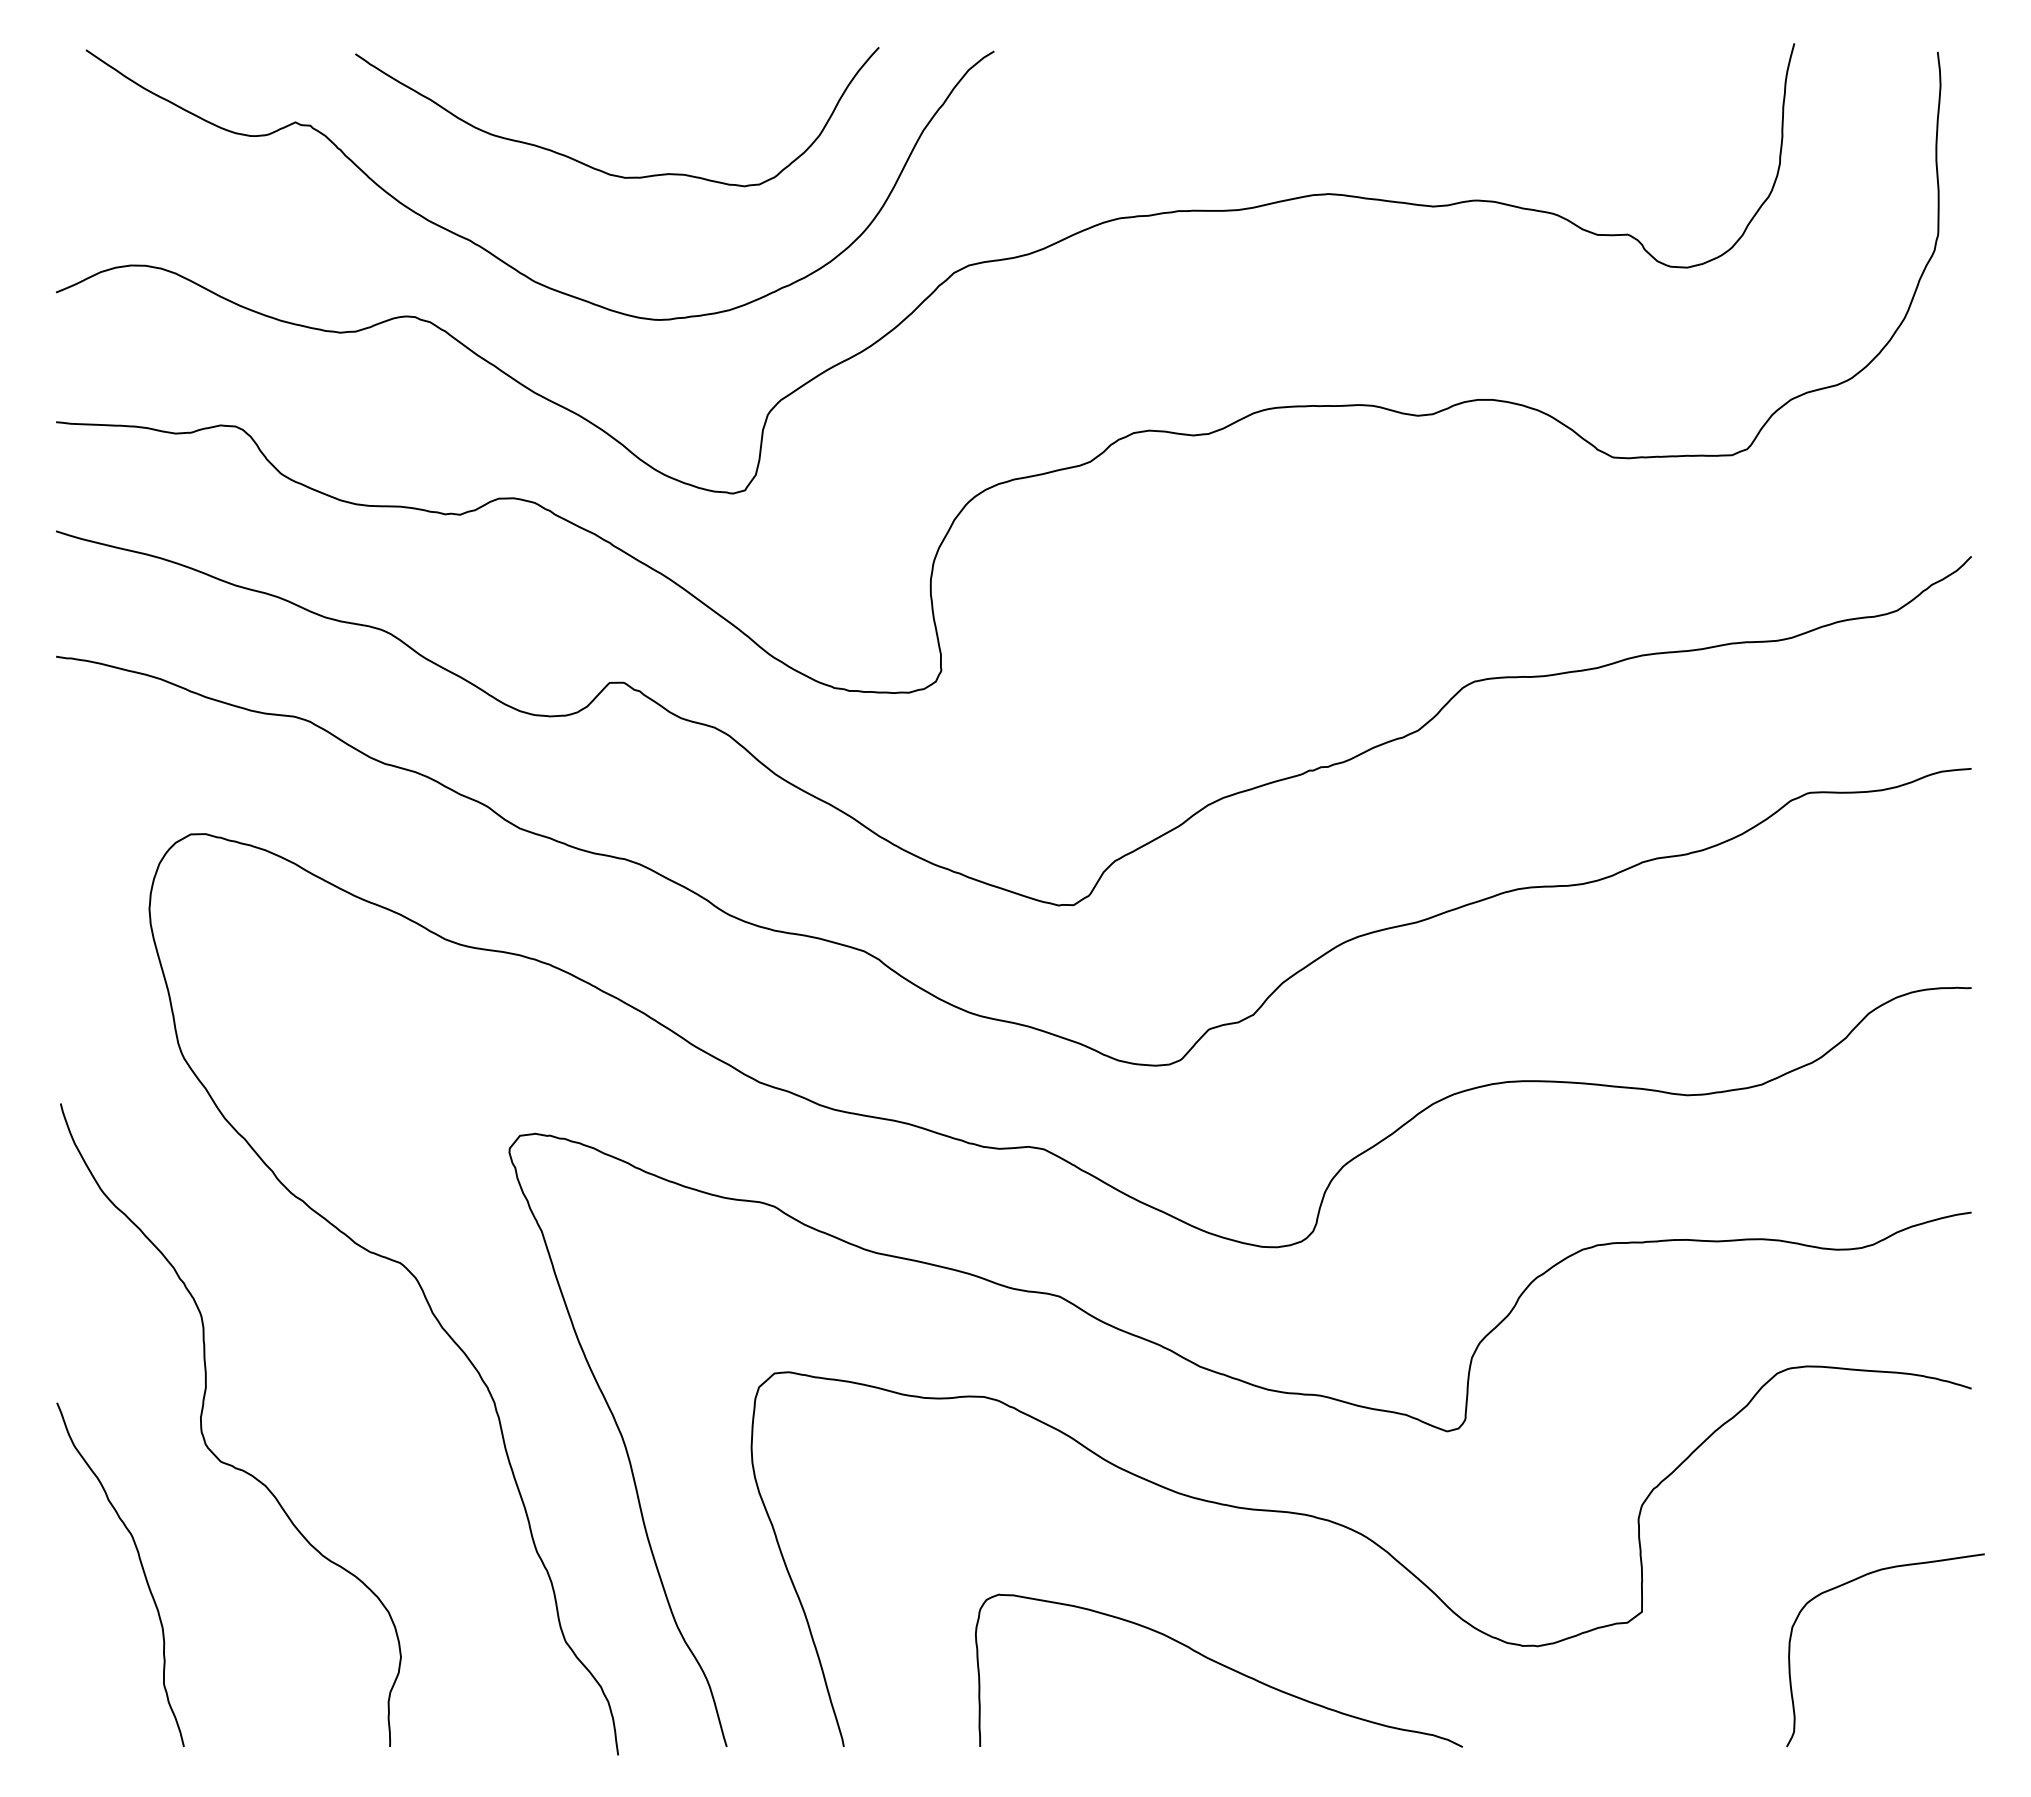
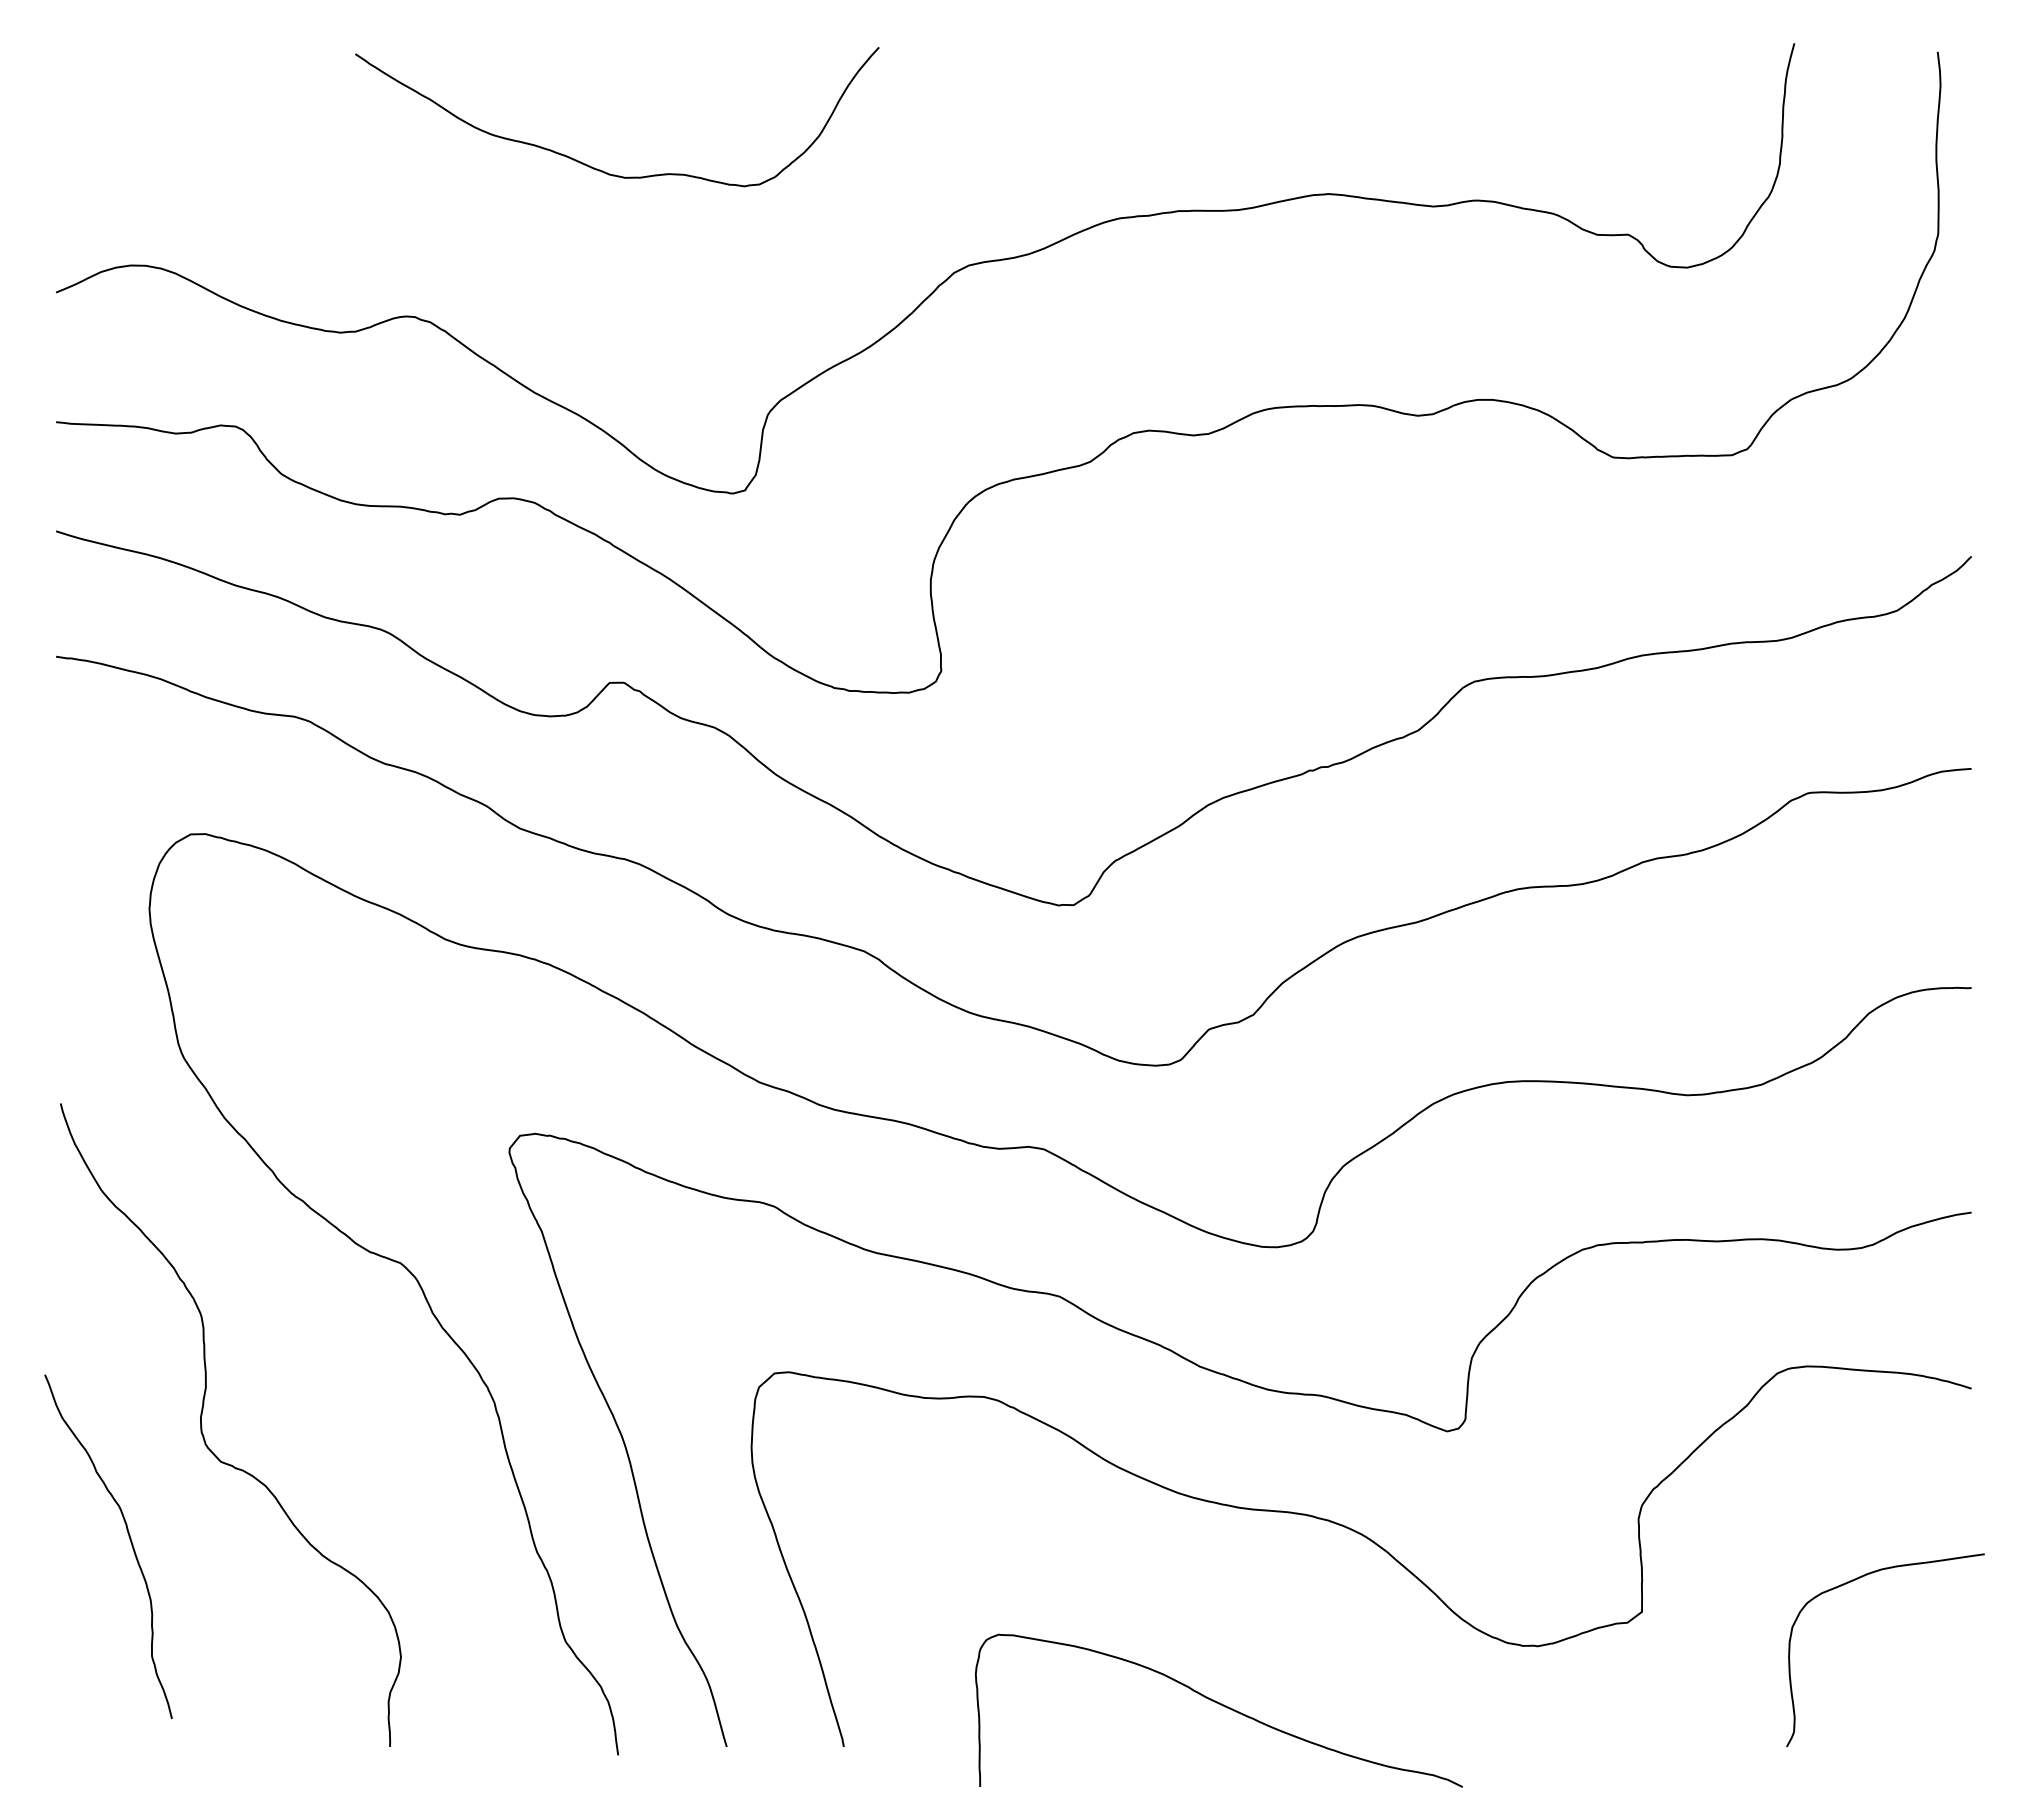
curve at (494, 254): present -> none
curve at (141, 1567) position: (141, 1567) -> (129, 1539)
curve at (1220, 1665) position: (1220, 1665) -> (1220, 1705)
